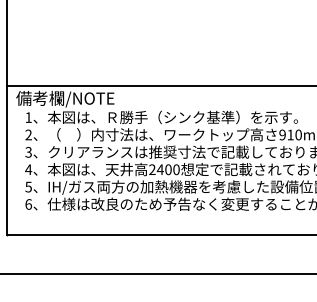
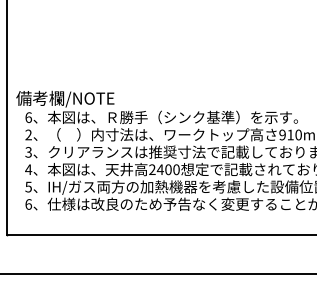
line at (160, 86): present -> none
text at (28, 117): 1 -> 6
